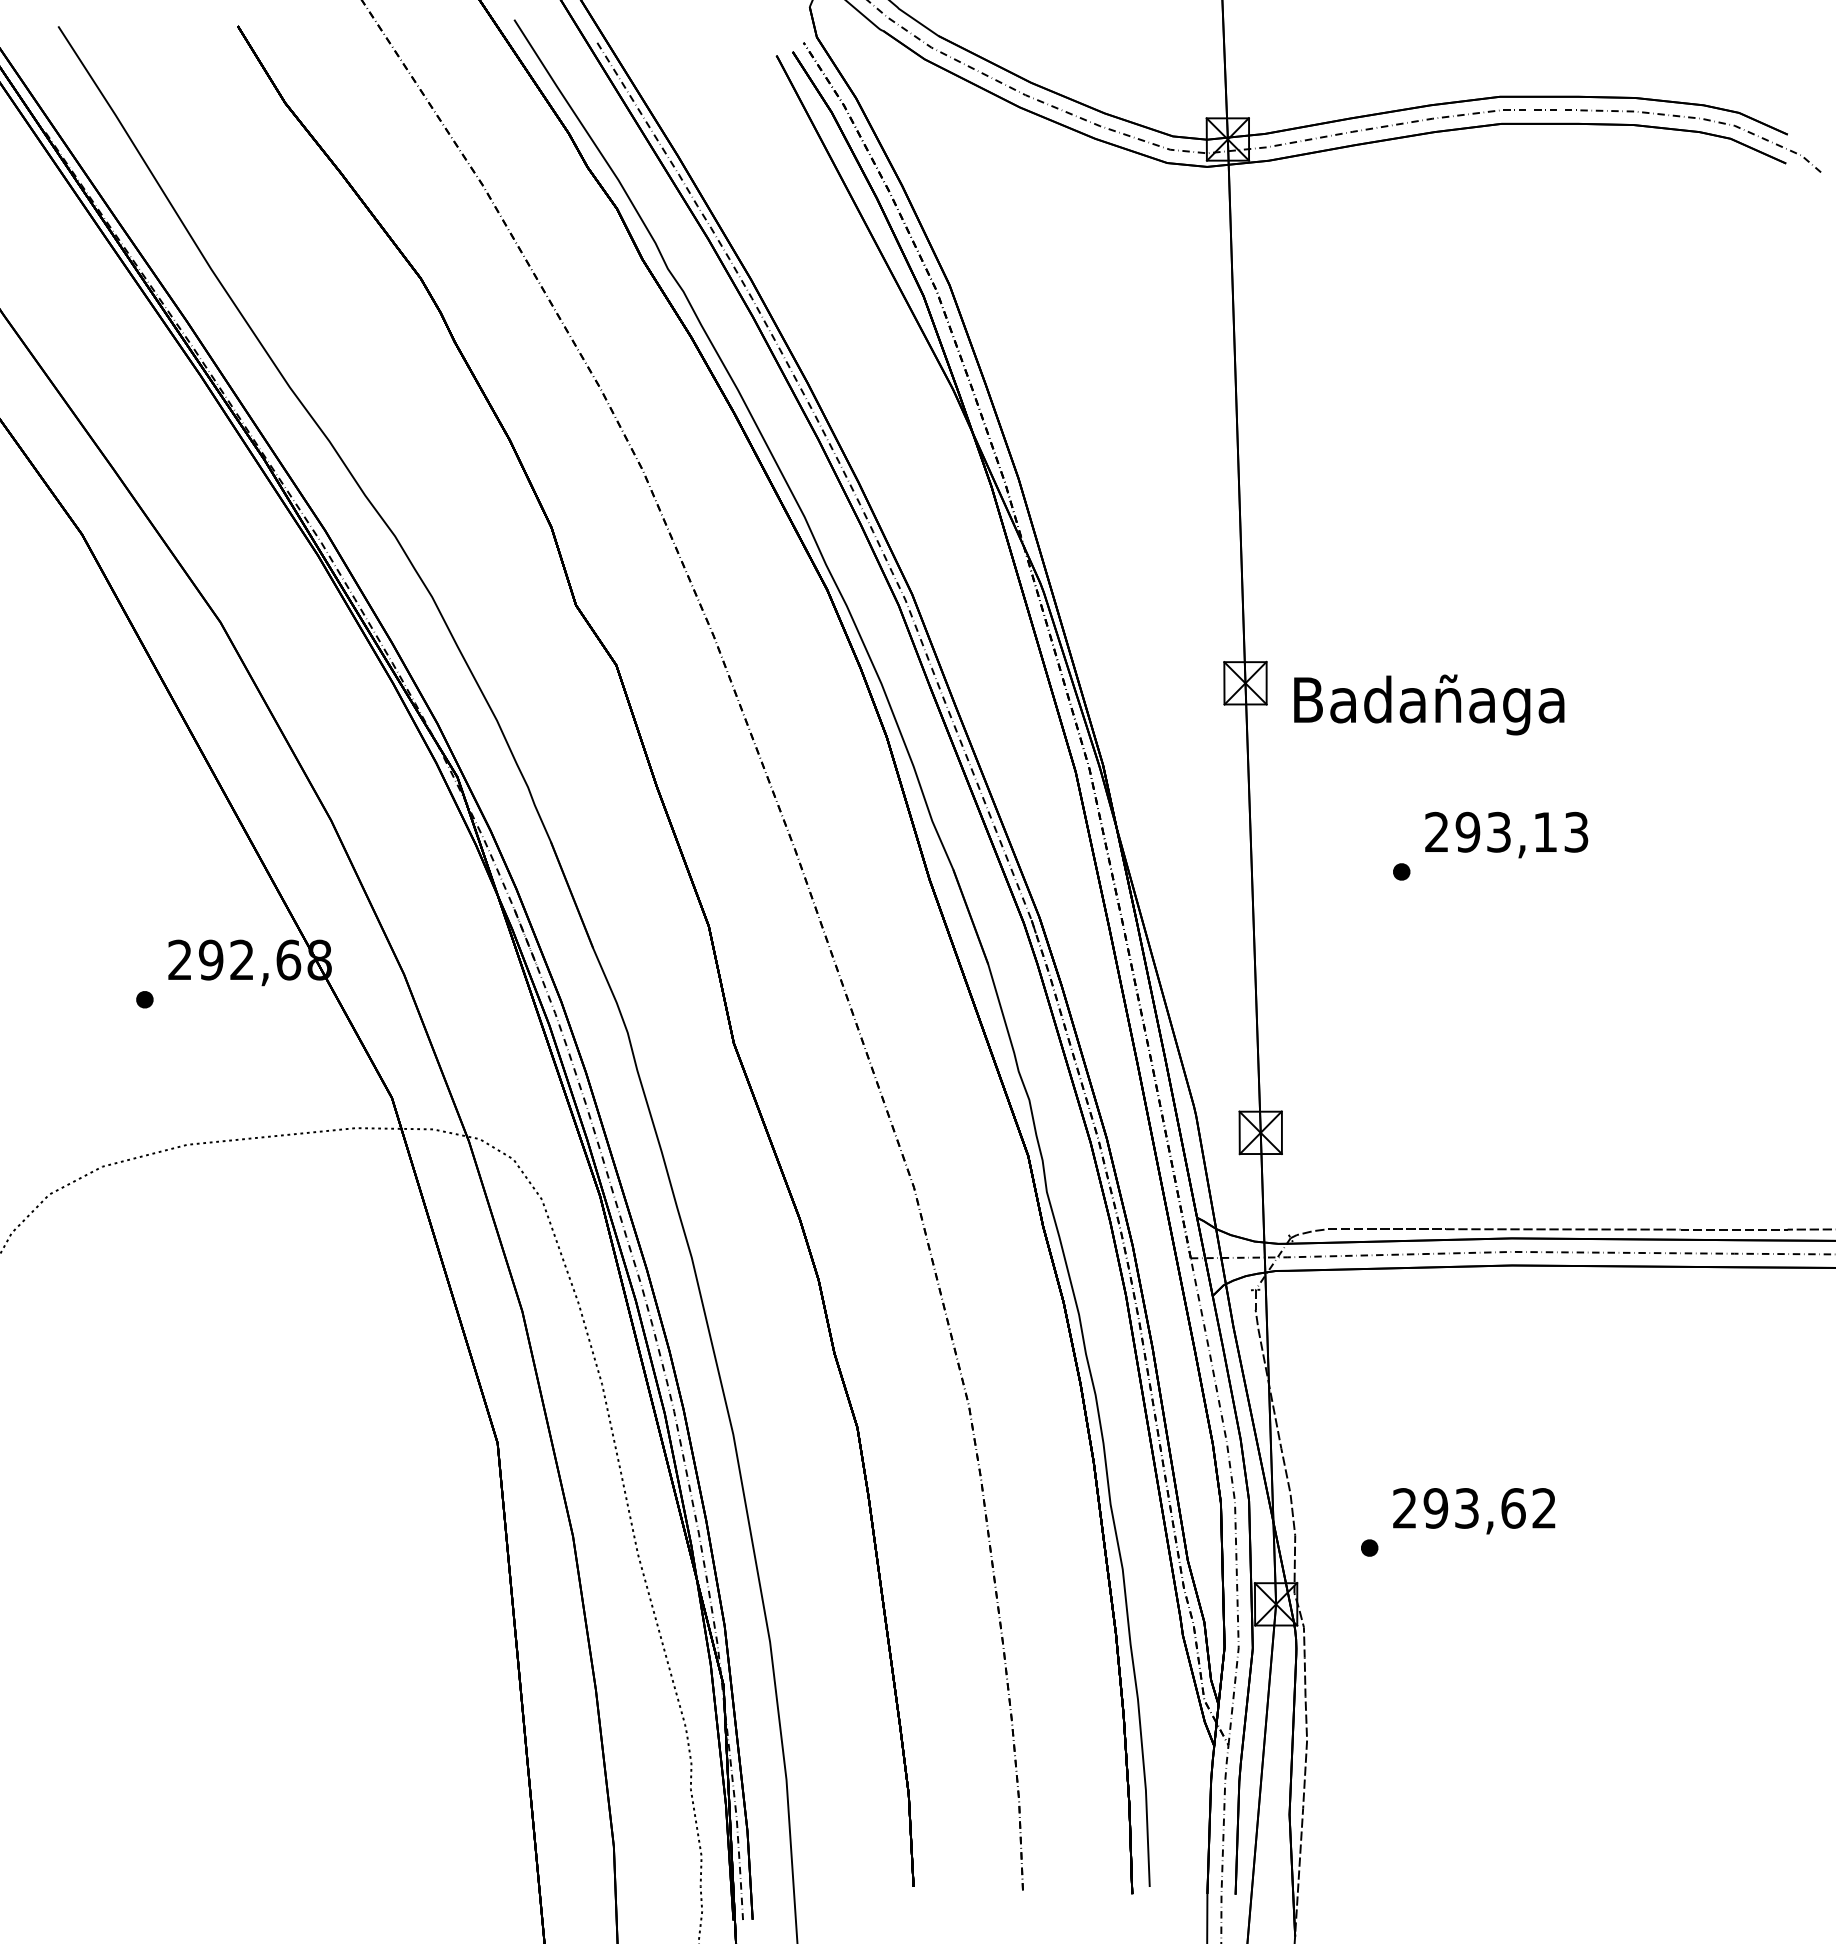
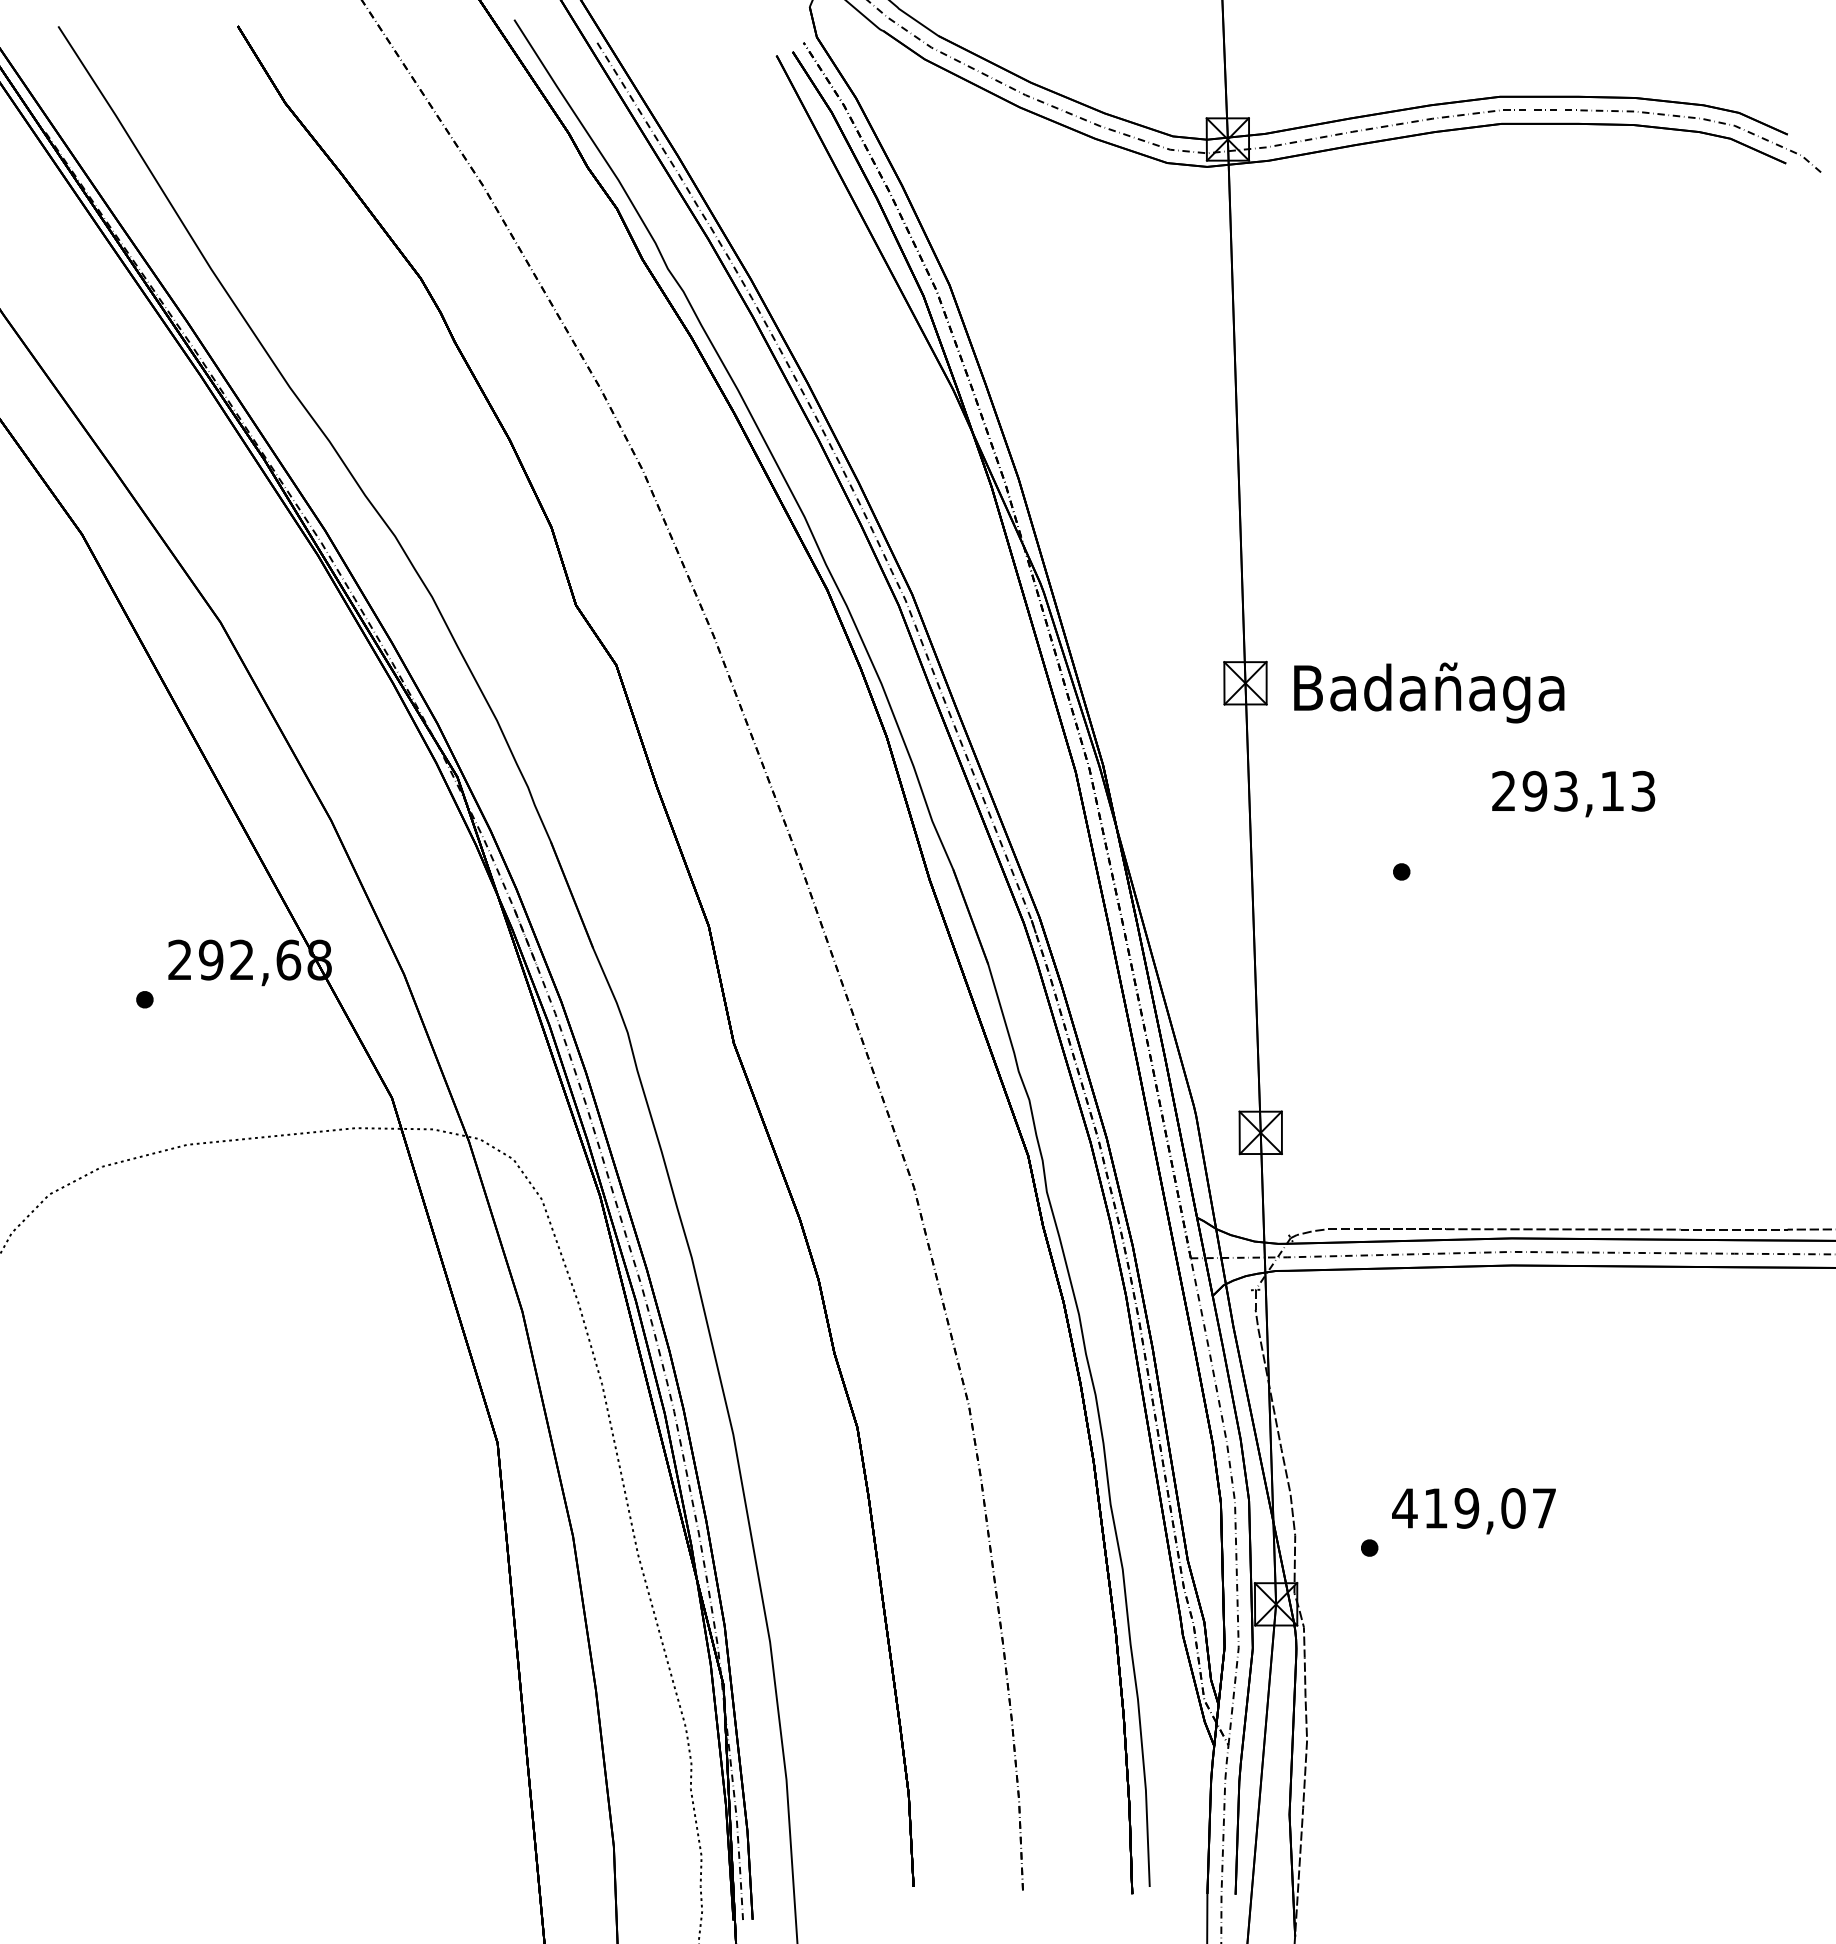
text at (1429, 704) position: (1429, 704) -> (1429, 692)
text at (1506, 834) position: (1506, 834) -> (1573, 793)
text at (1473, 1508): 293,62 -> 419,07
